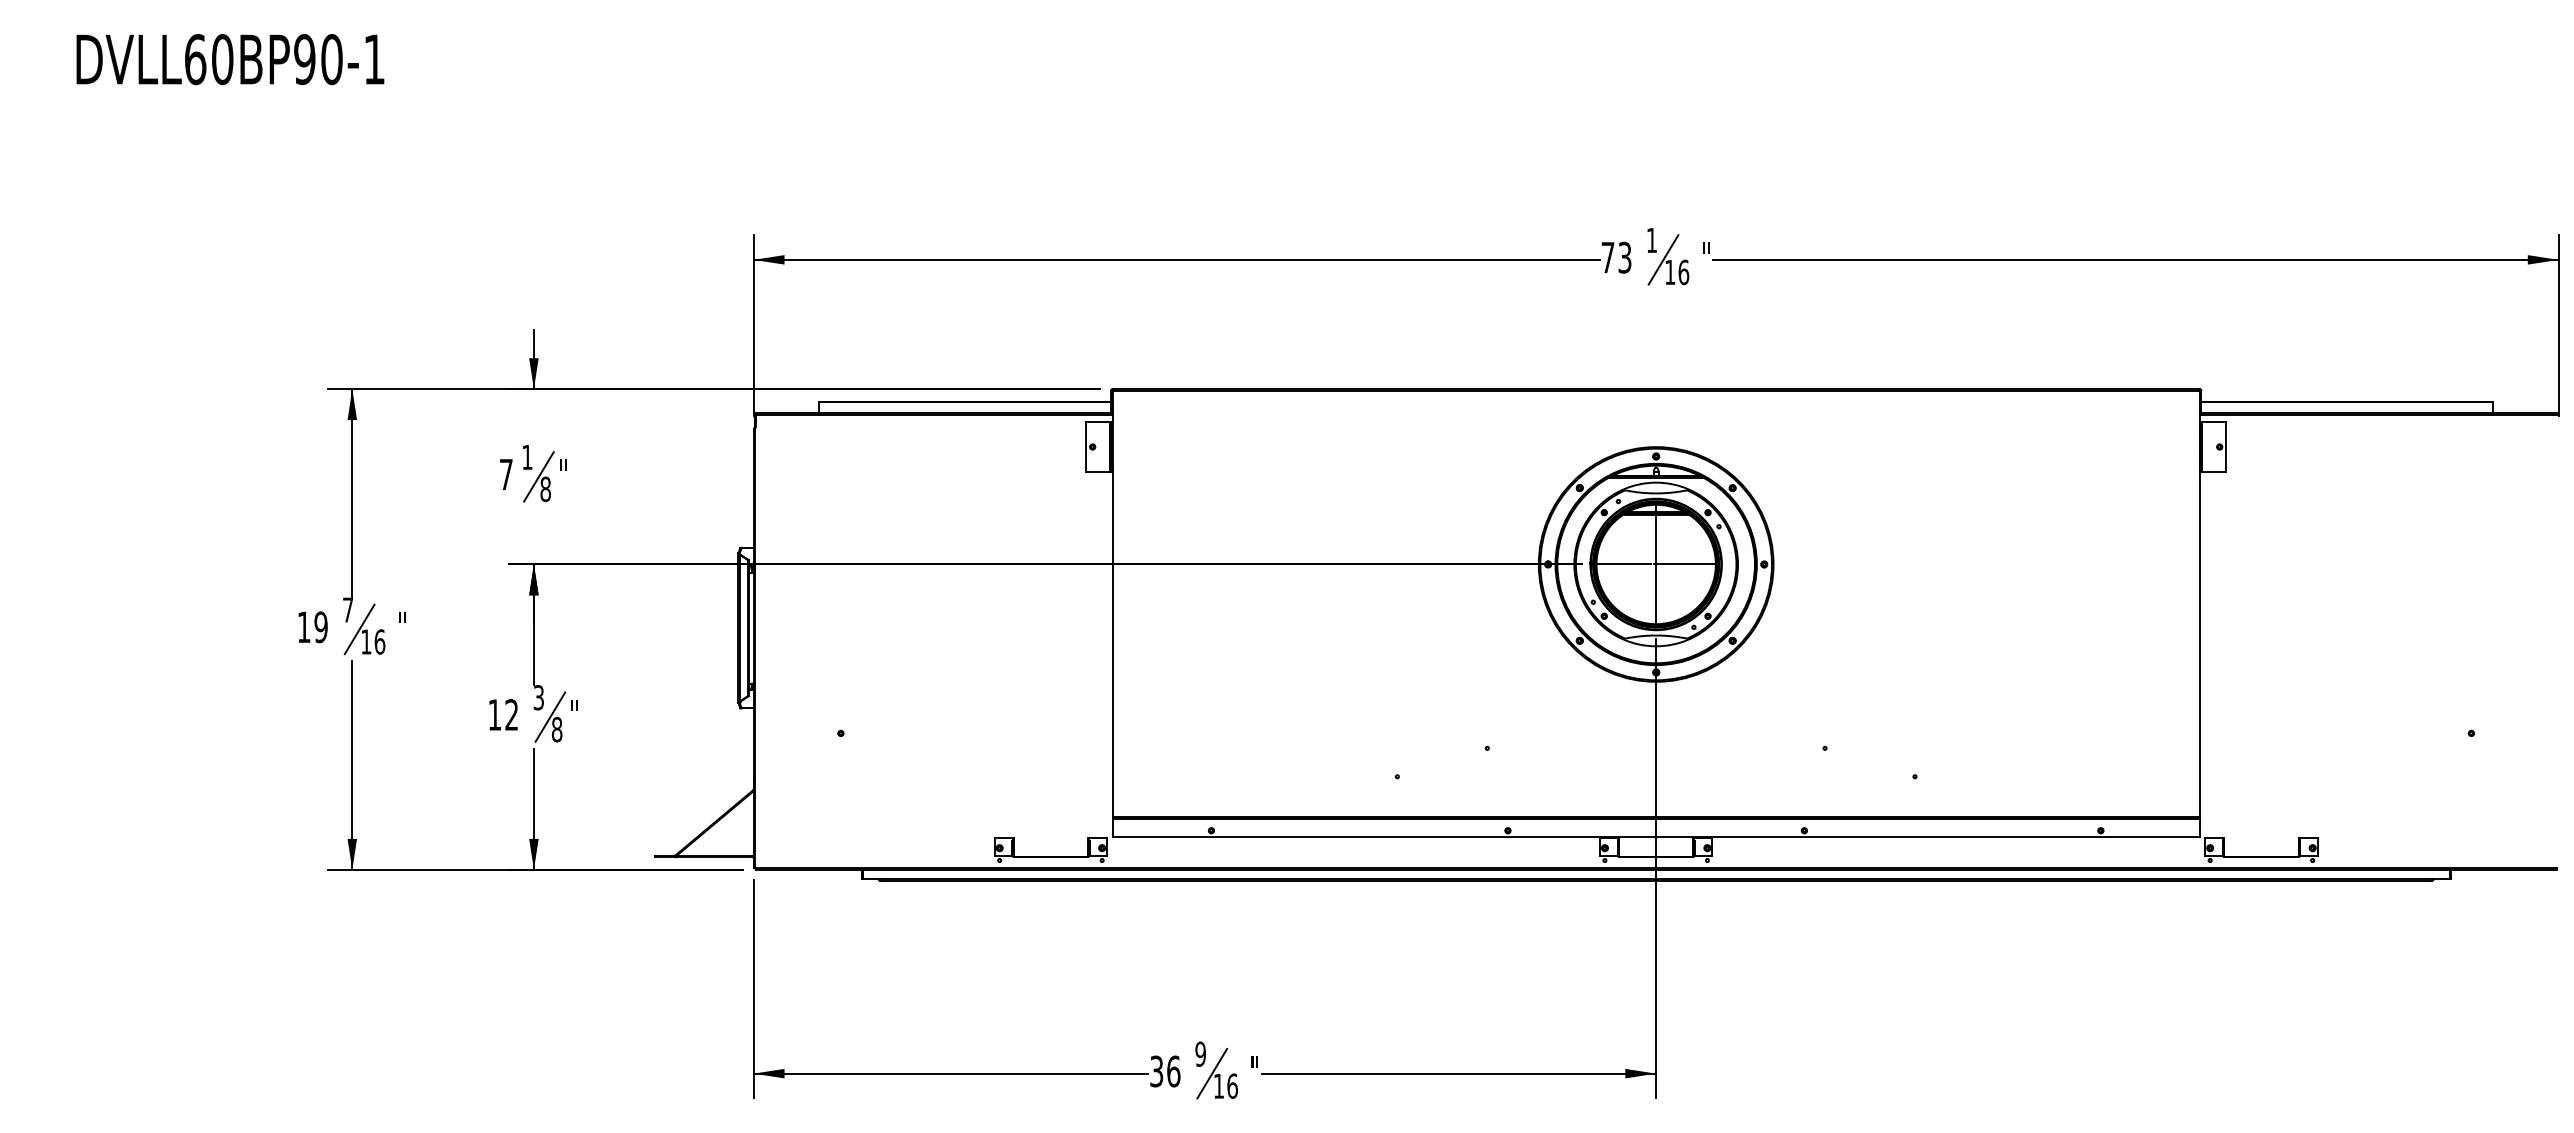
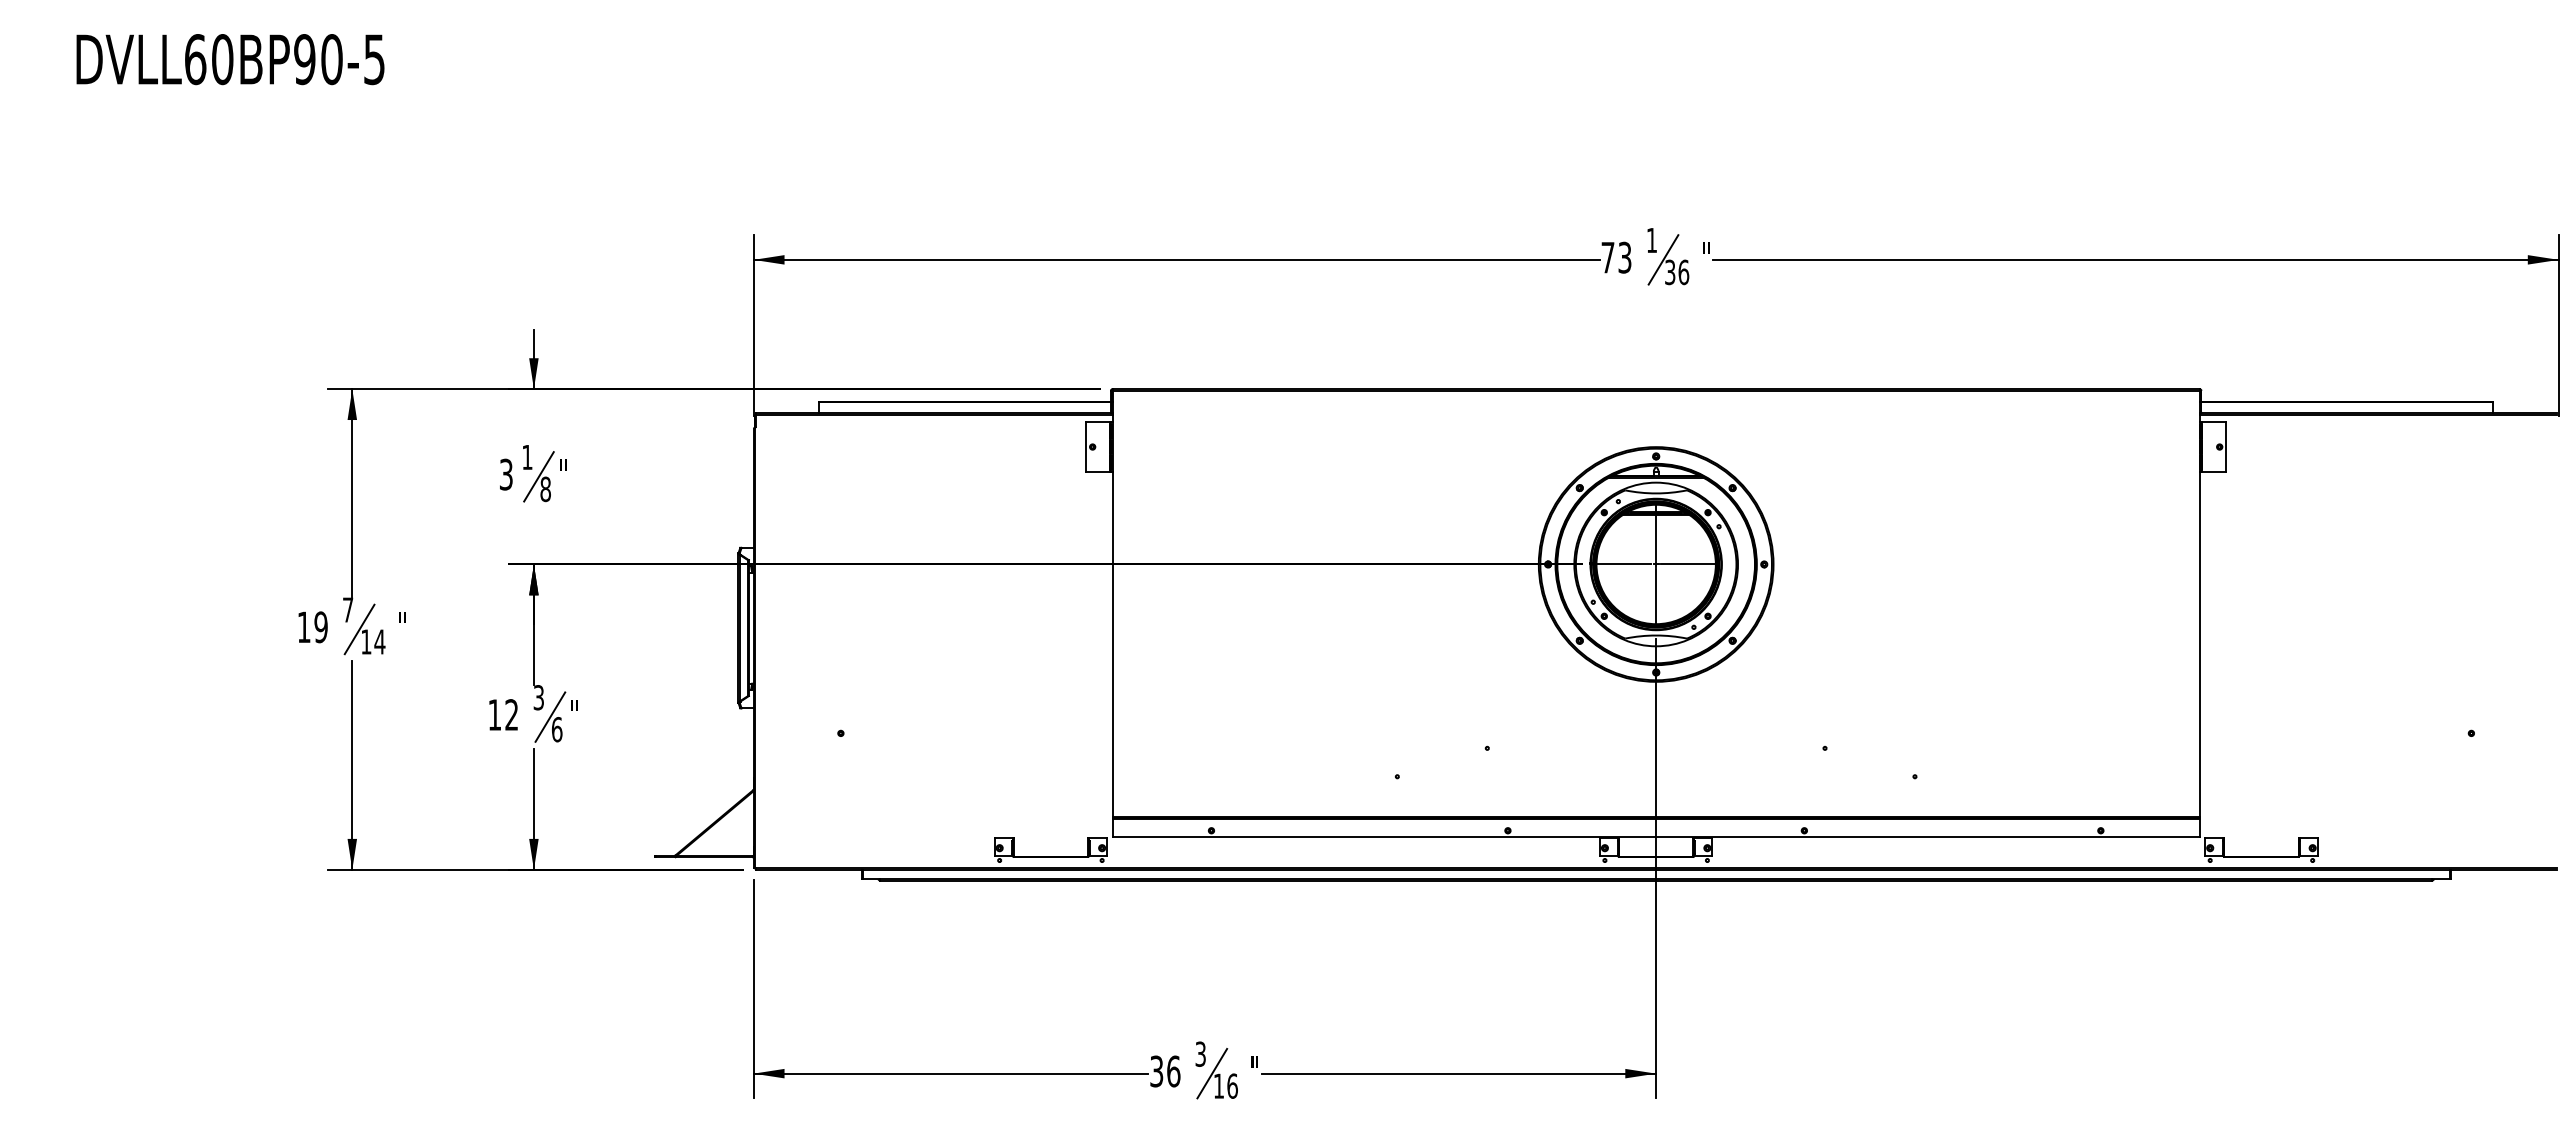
text at (374, 59): DVLL60BP90-1 -> DVLL60BP90-5
text at (1670, 272): 16 -> 36
text at (506, 474): 7 -> 3
text at (379, 641): 16 -> 14
text at (556, 729): 8 -> 6
text at (1200, 1053): 9 -> 3
